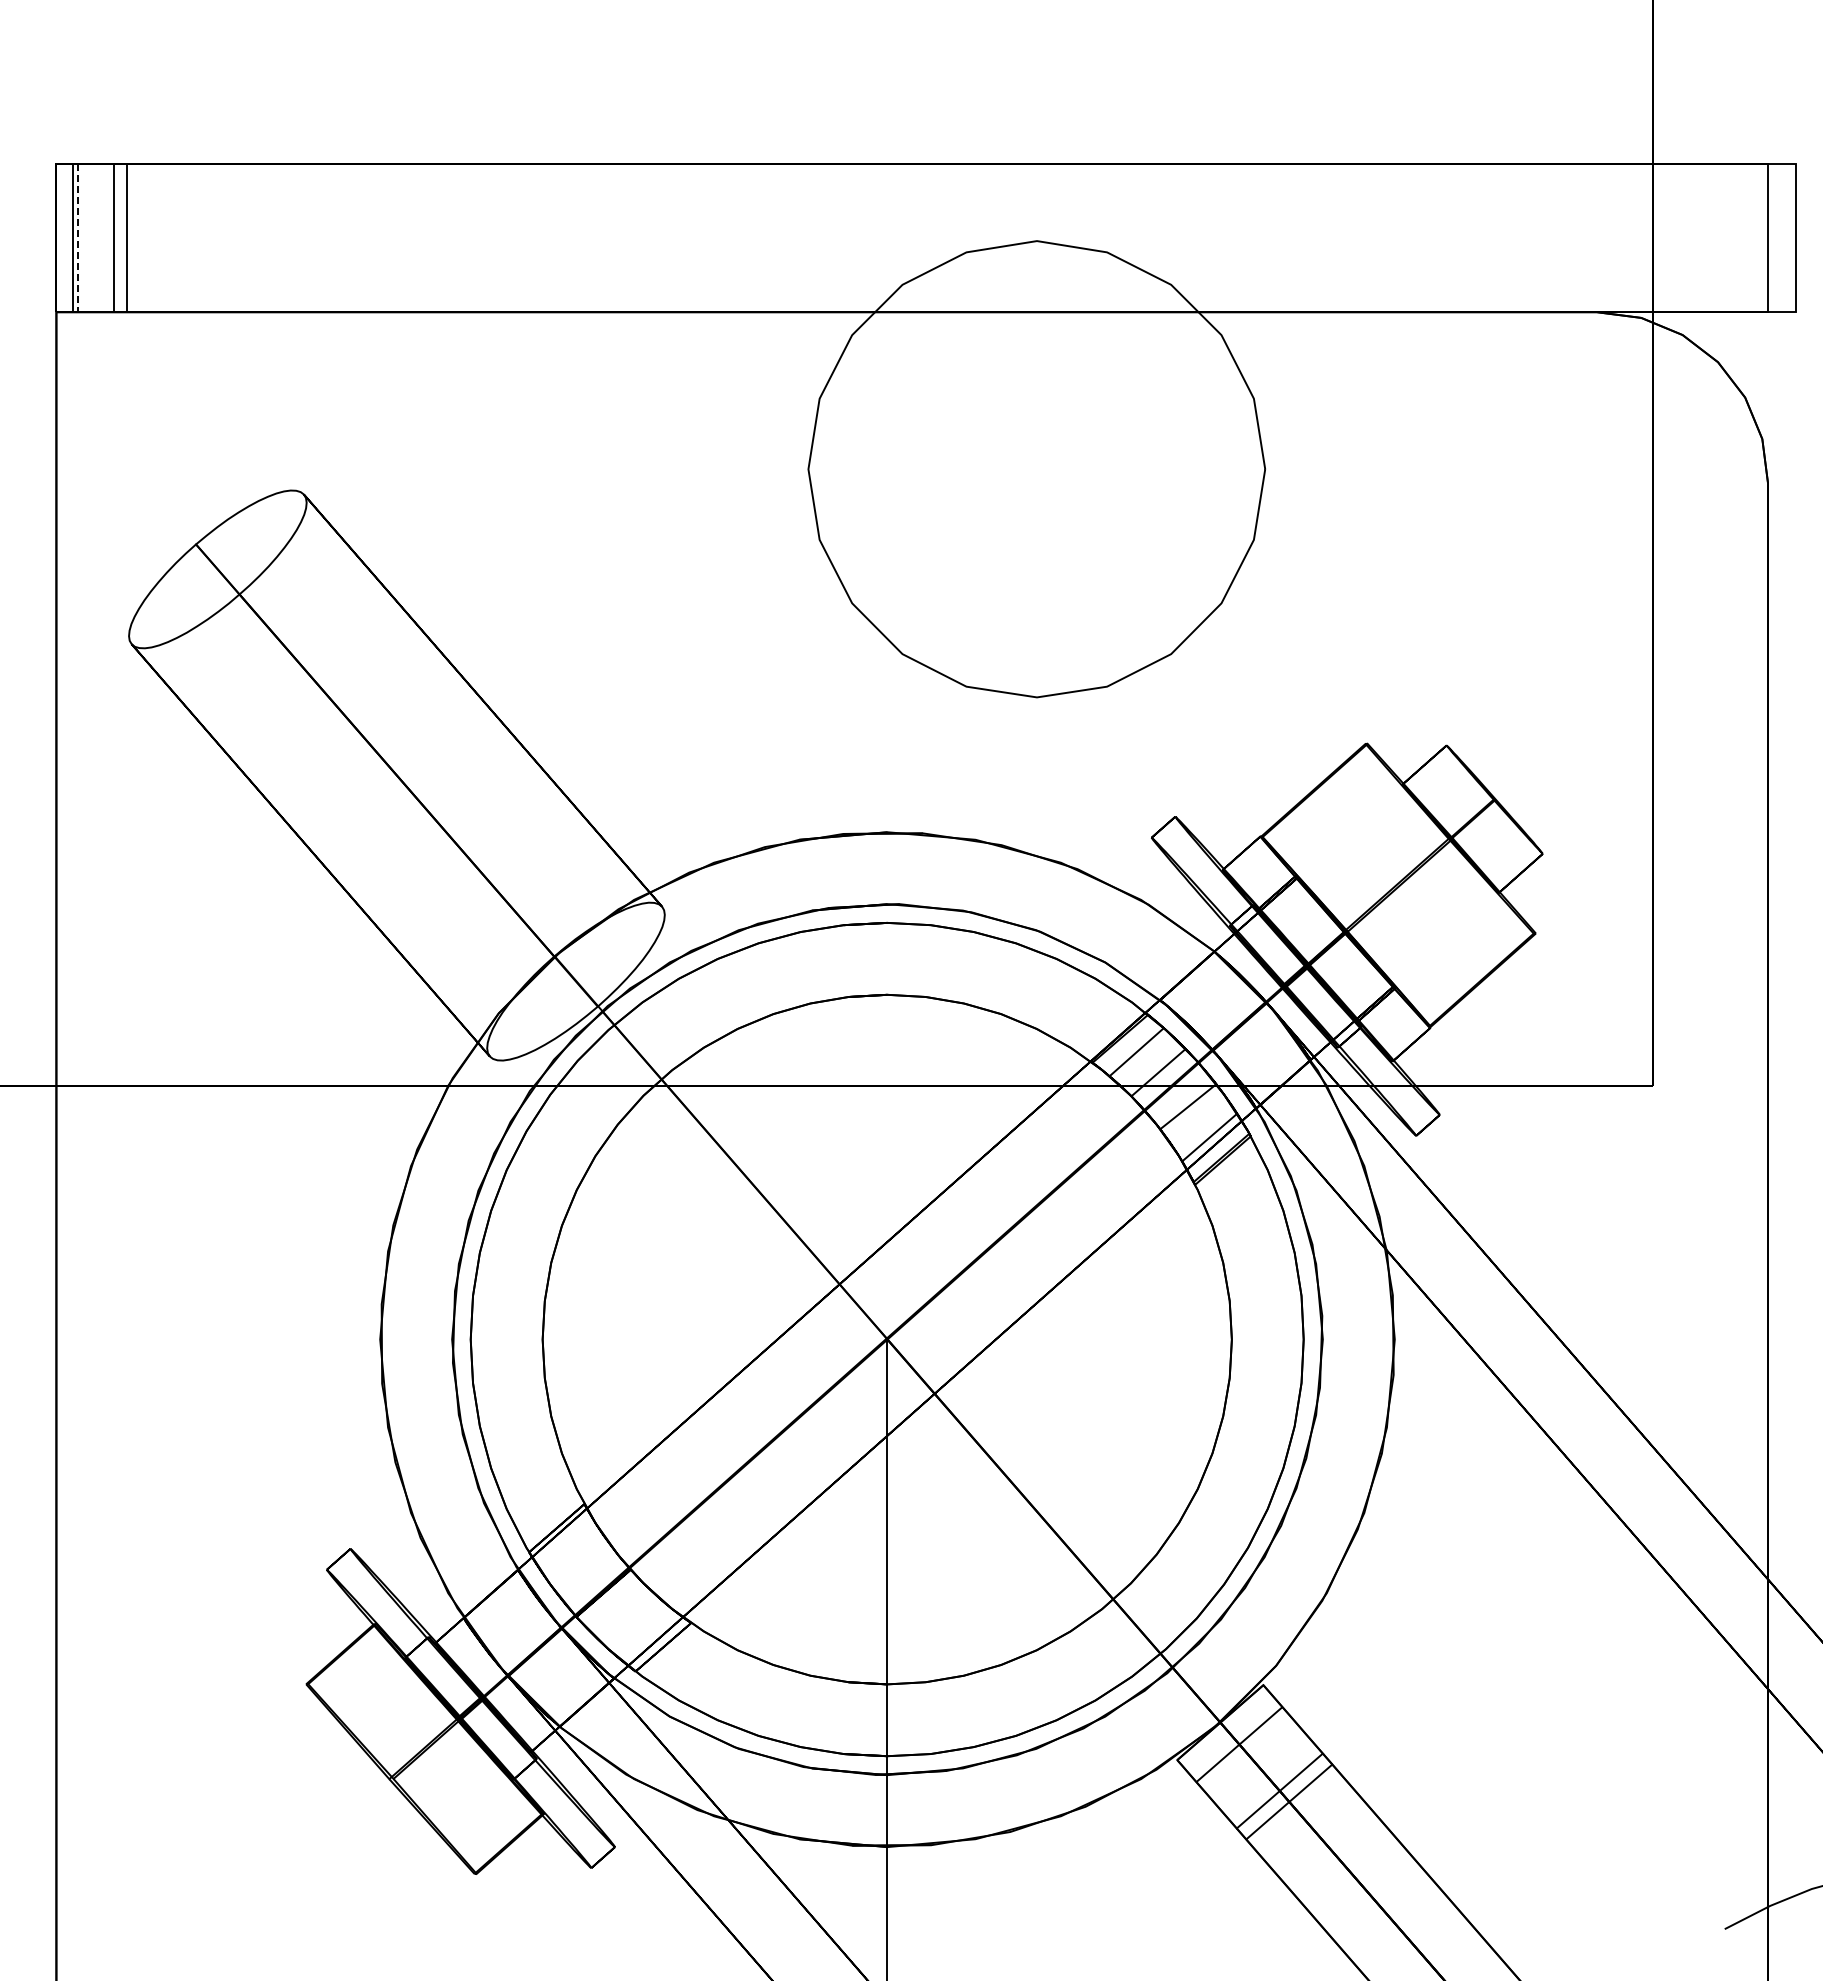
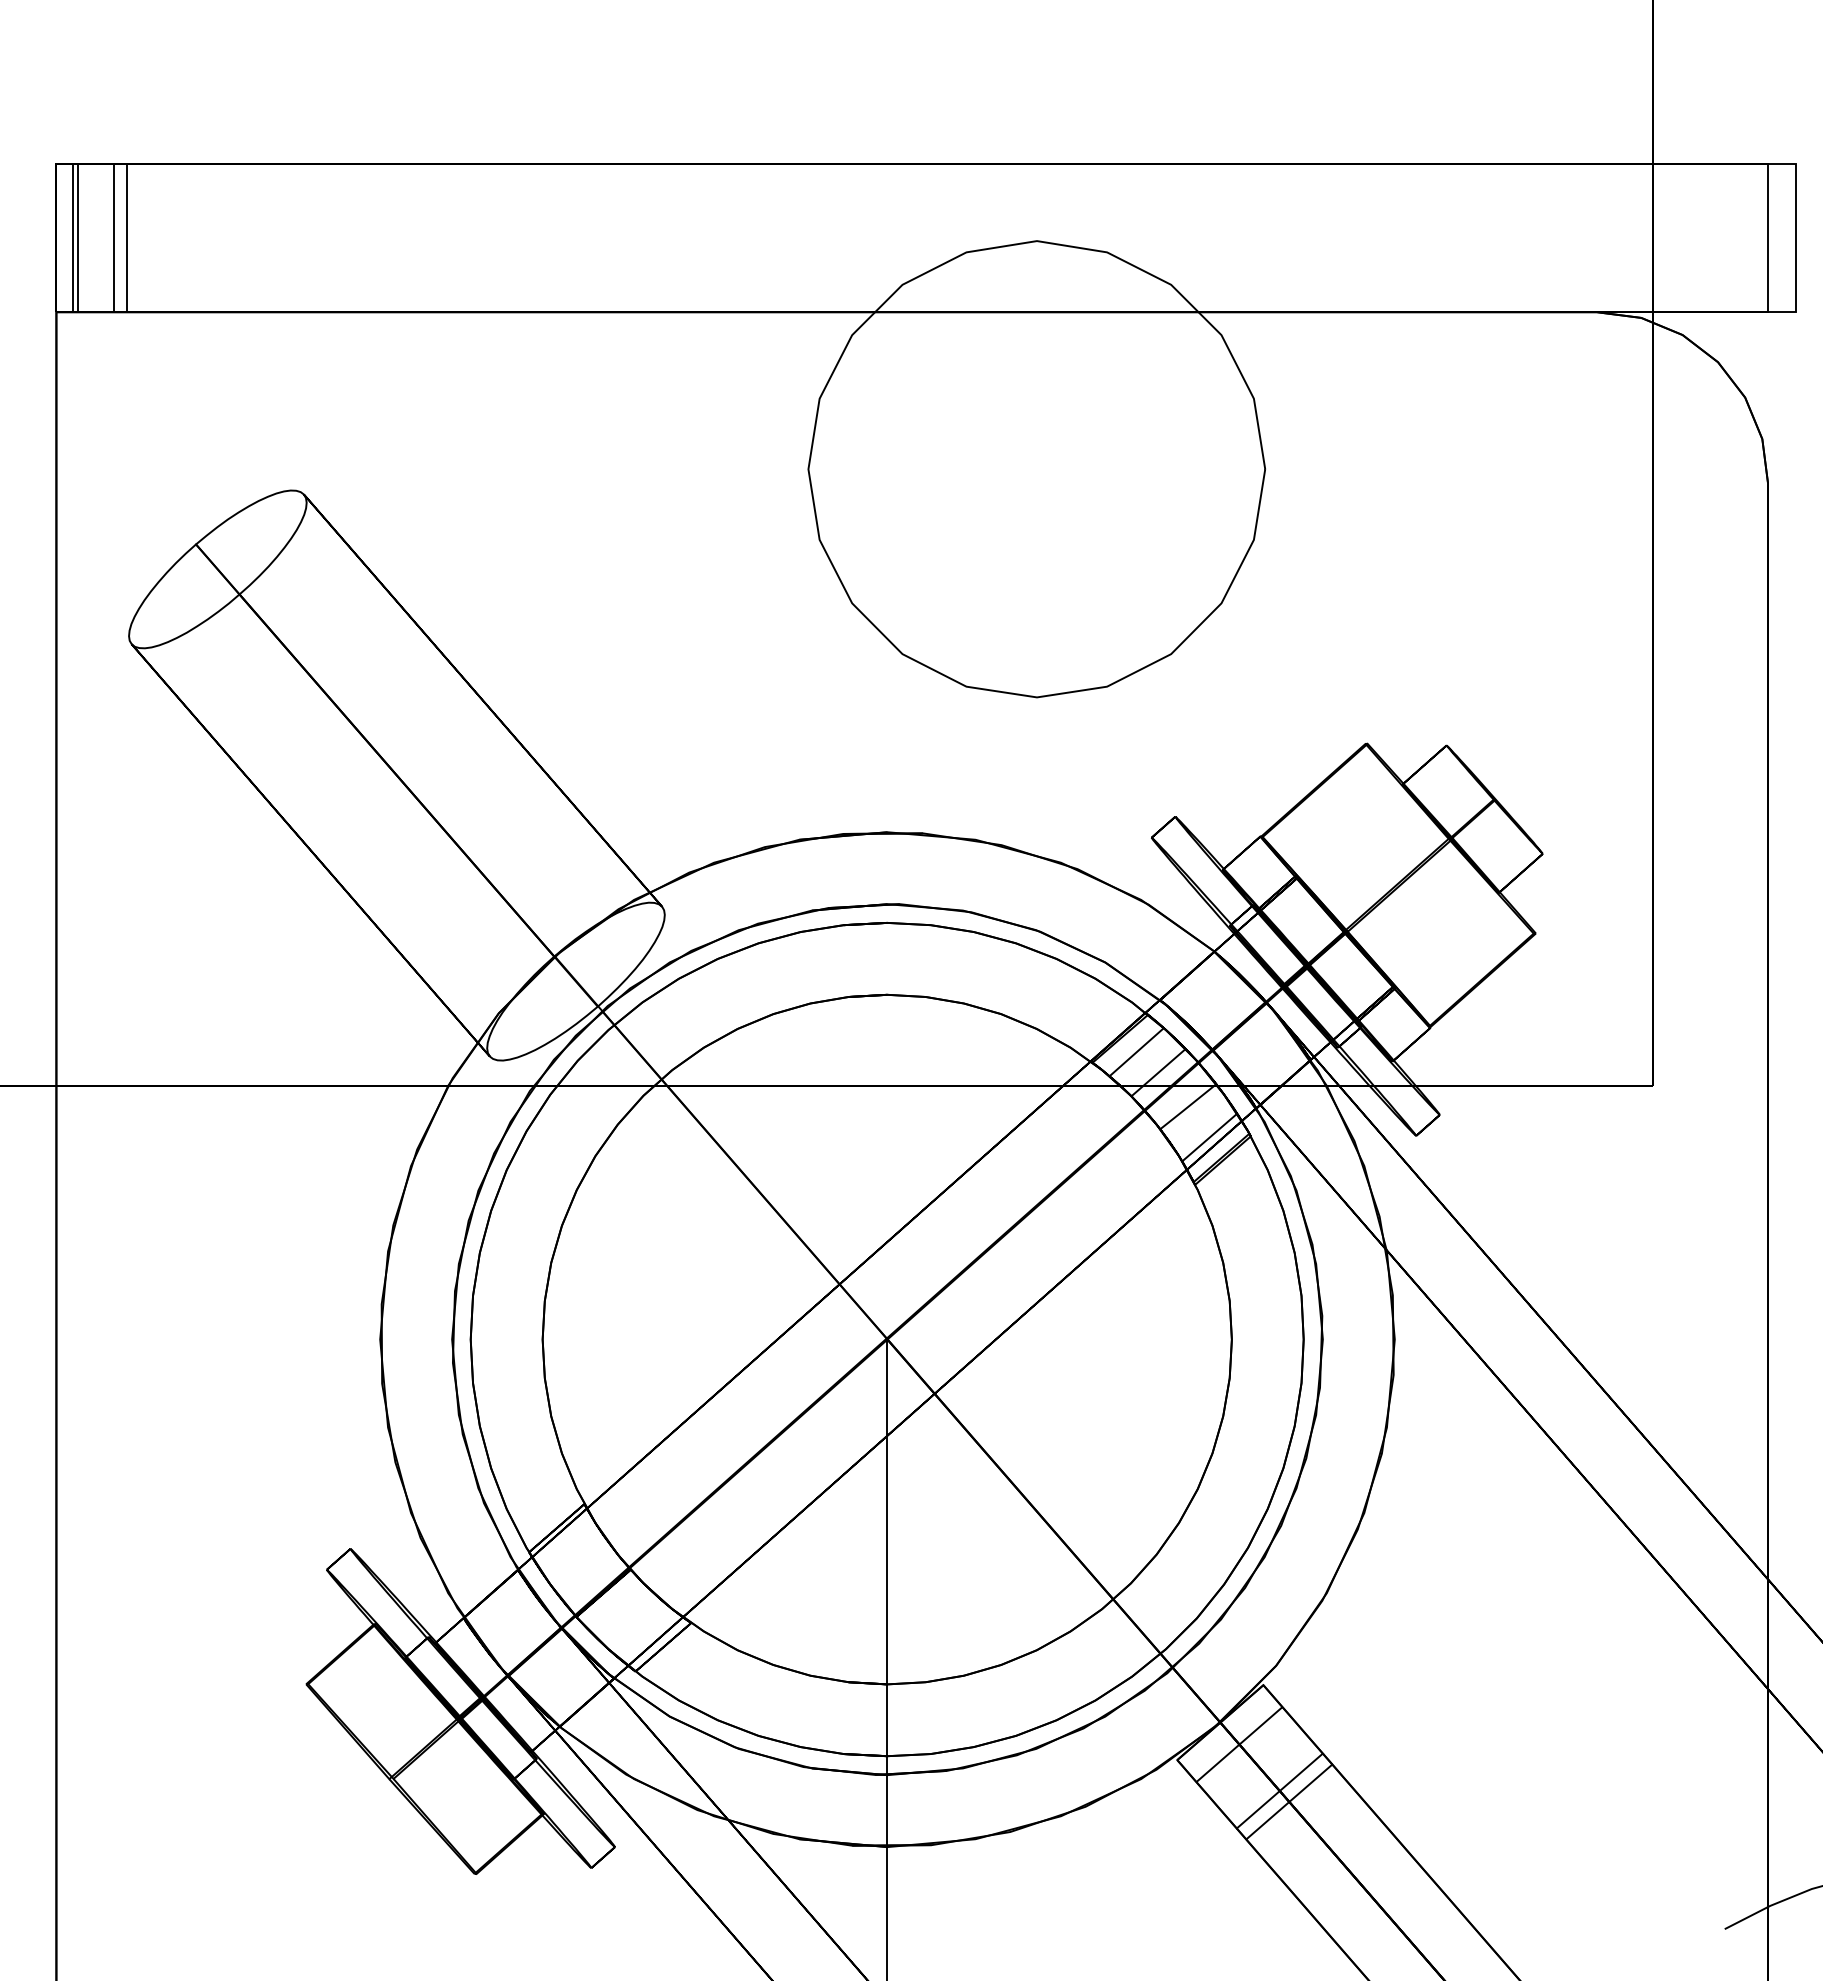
line at (78, 238): dashed -> solid
